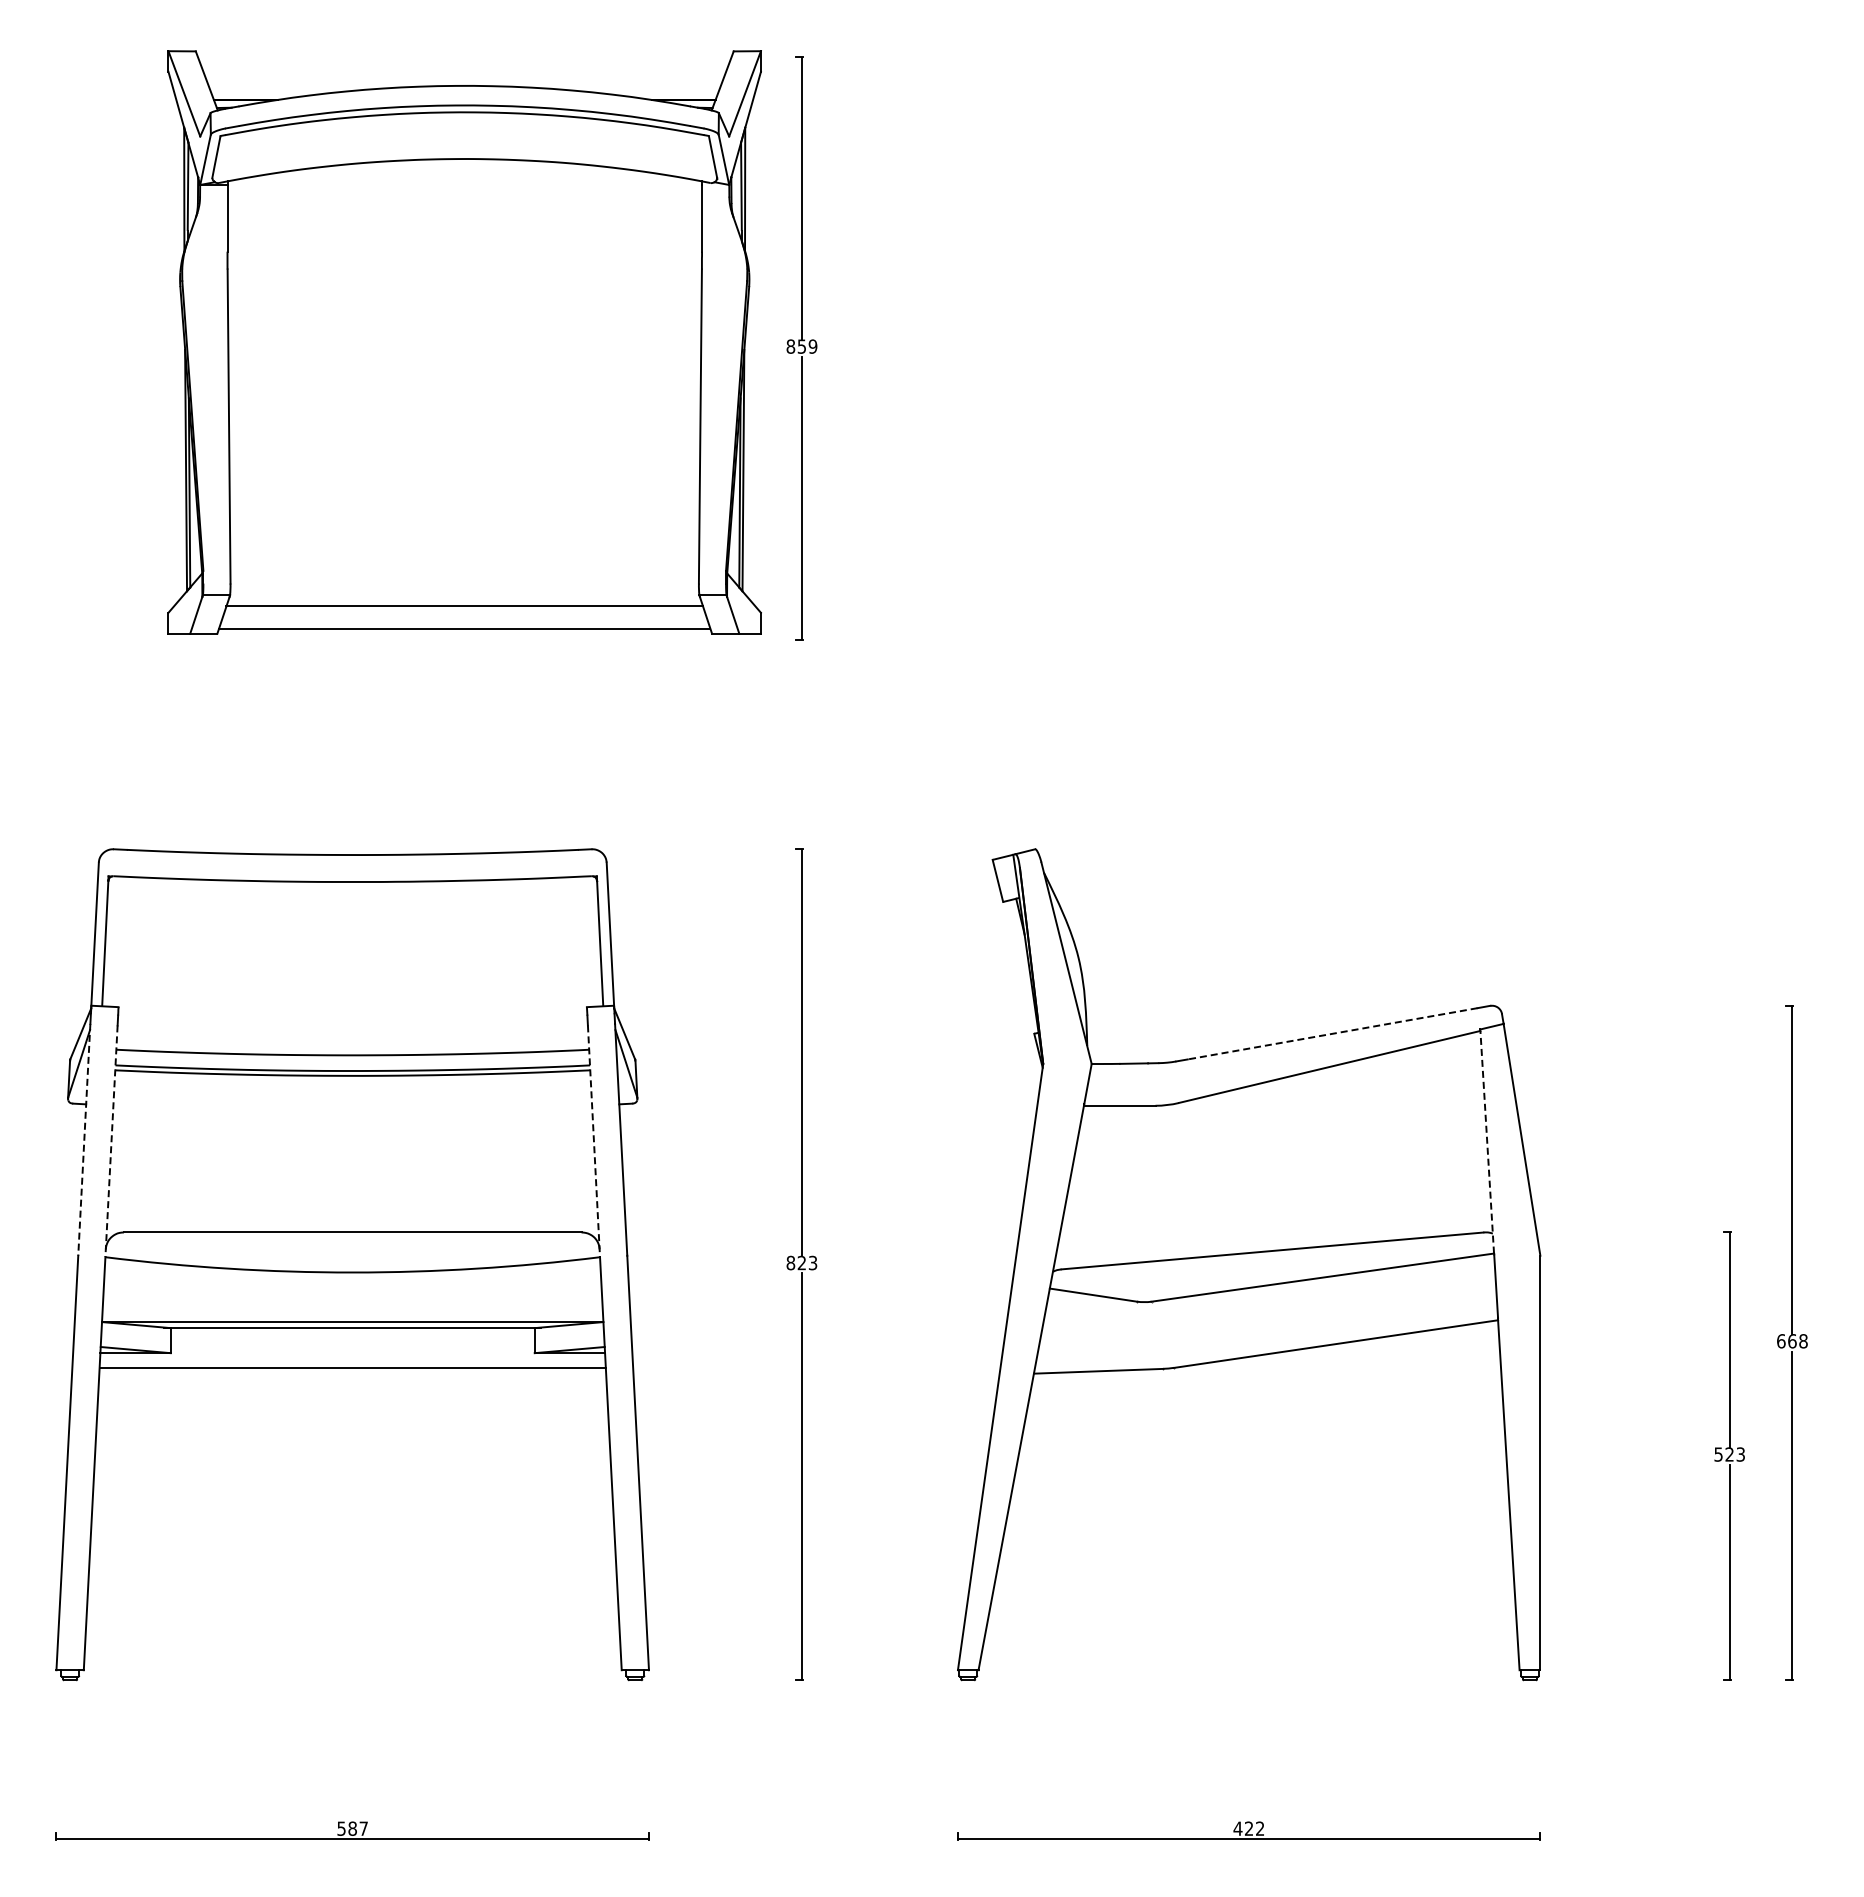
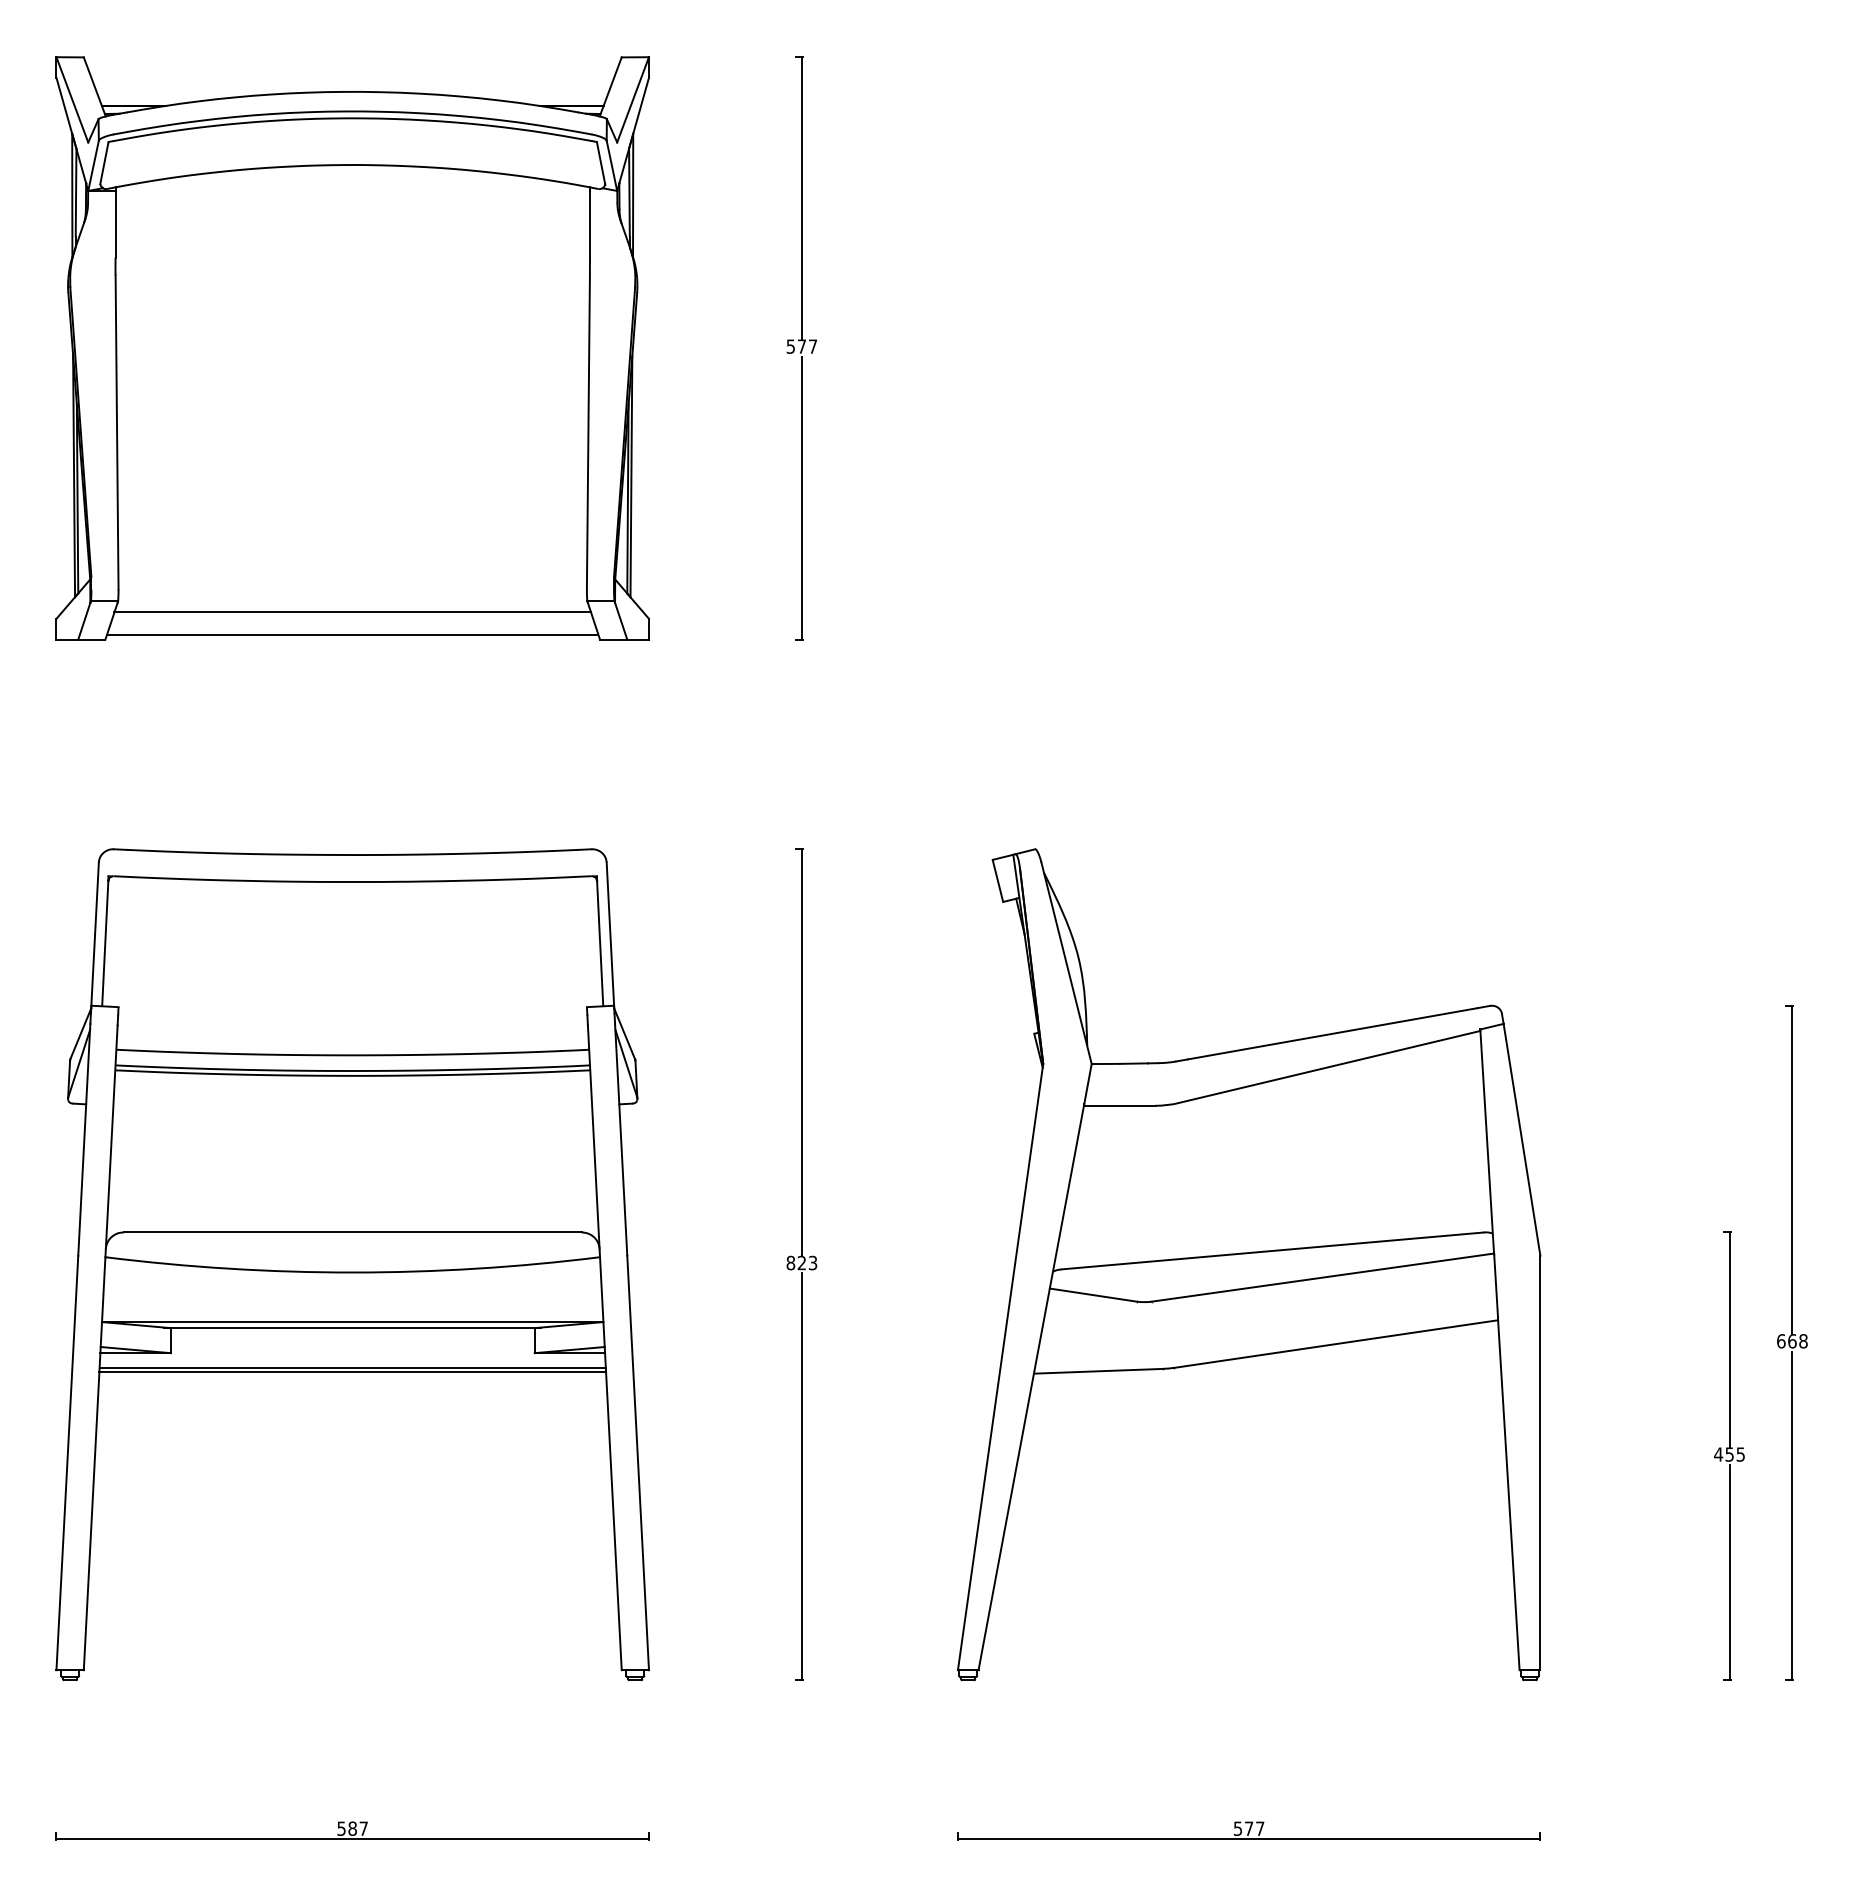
part at (464, 342) position: (464, 342) -> (352, 348)
text at (801, 346): 859 -> 577
line at (1332, 1033): dashed -> solid
line at (84, 1140): dashed -> solid
line at (111, 1141): dashed -> solid
line at (594, 1141): dashed -> solid
line at (1487, 1141): dashed -> solid
line at (352, 1371): none -> present
text at (1729, 1454): 523 -> 455
text at (1248, 1828): 422 -> 577
